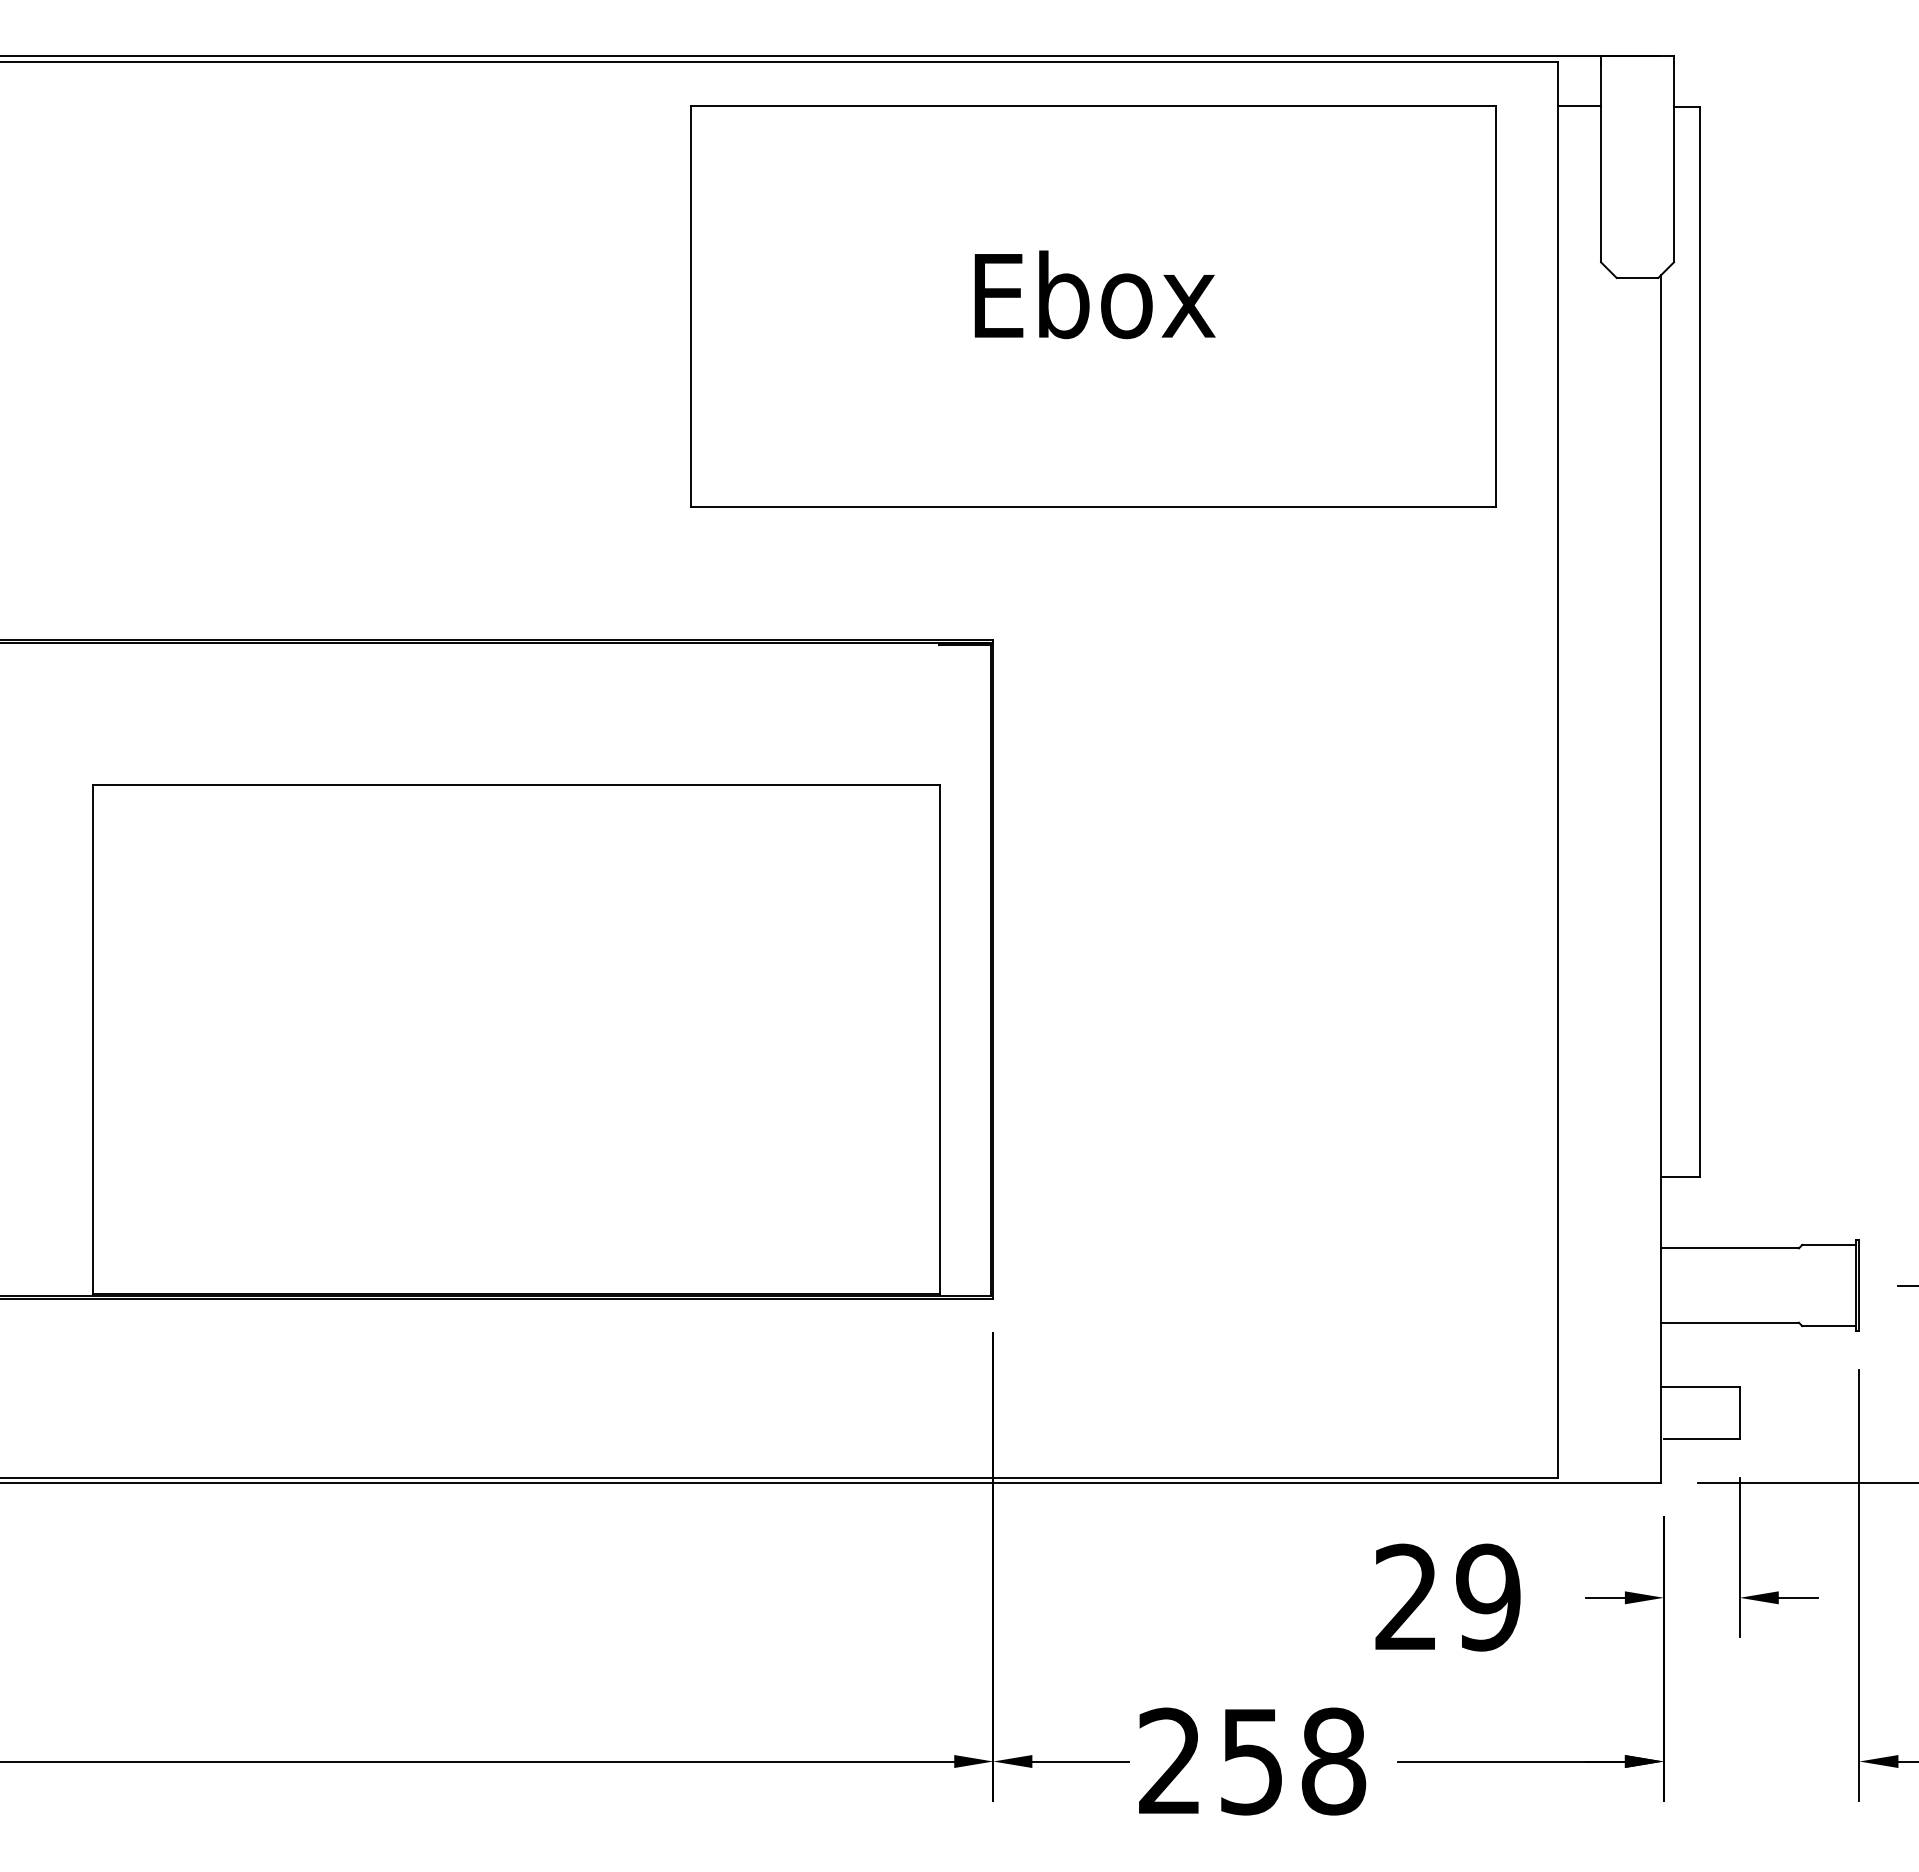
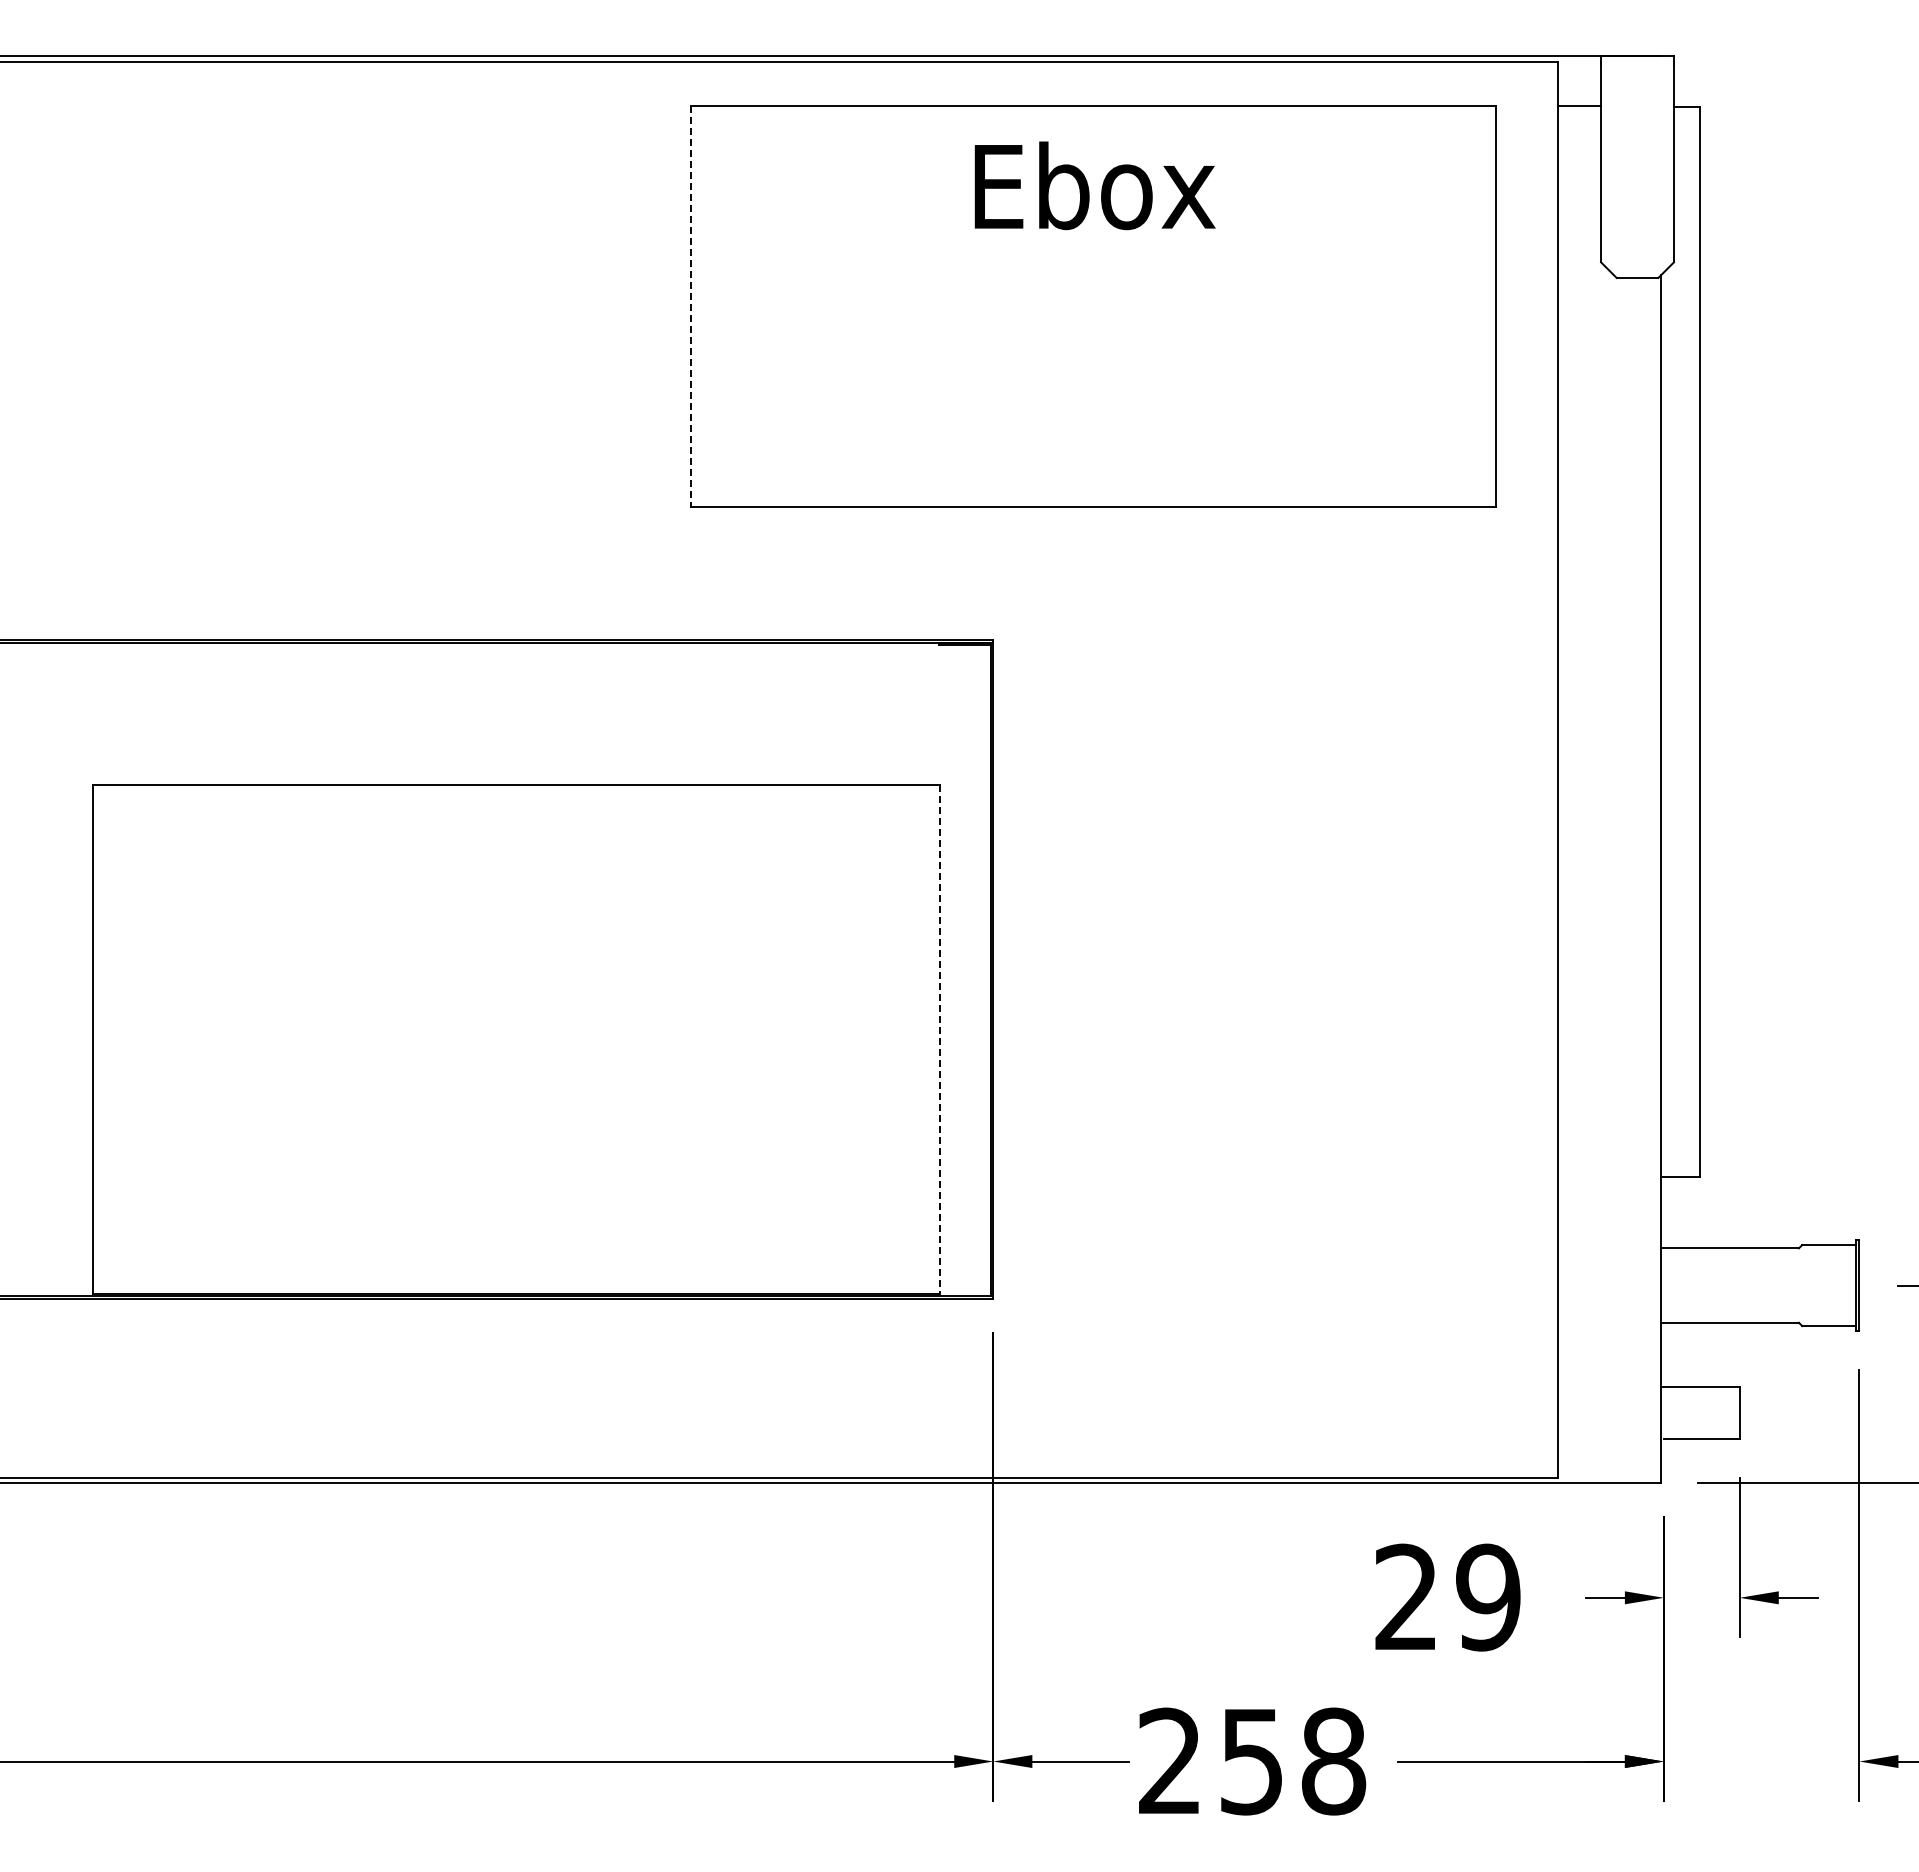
text at (1094, 294) position: (1094, 294) -> (1094, 185)
line at (691, 306): solid -> dashed
line at (940, 1040): solid -> dashed
